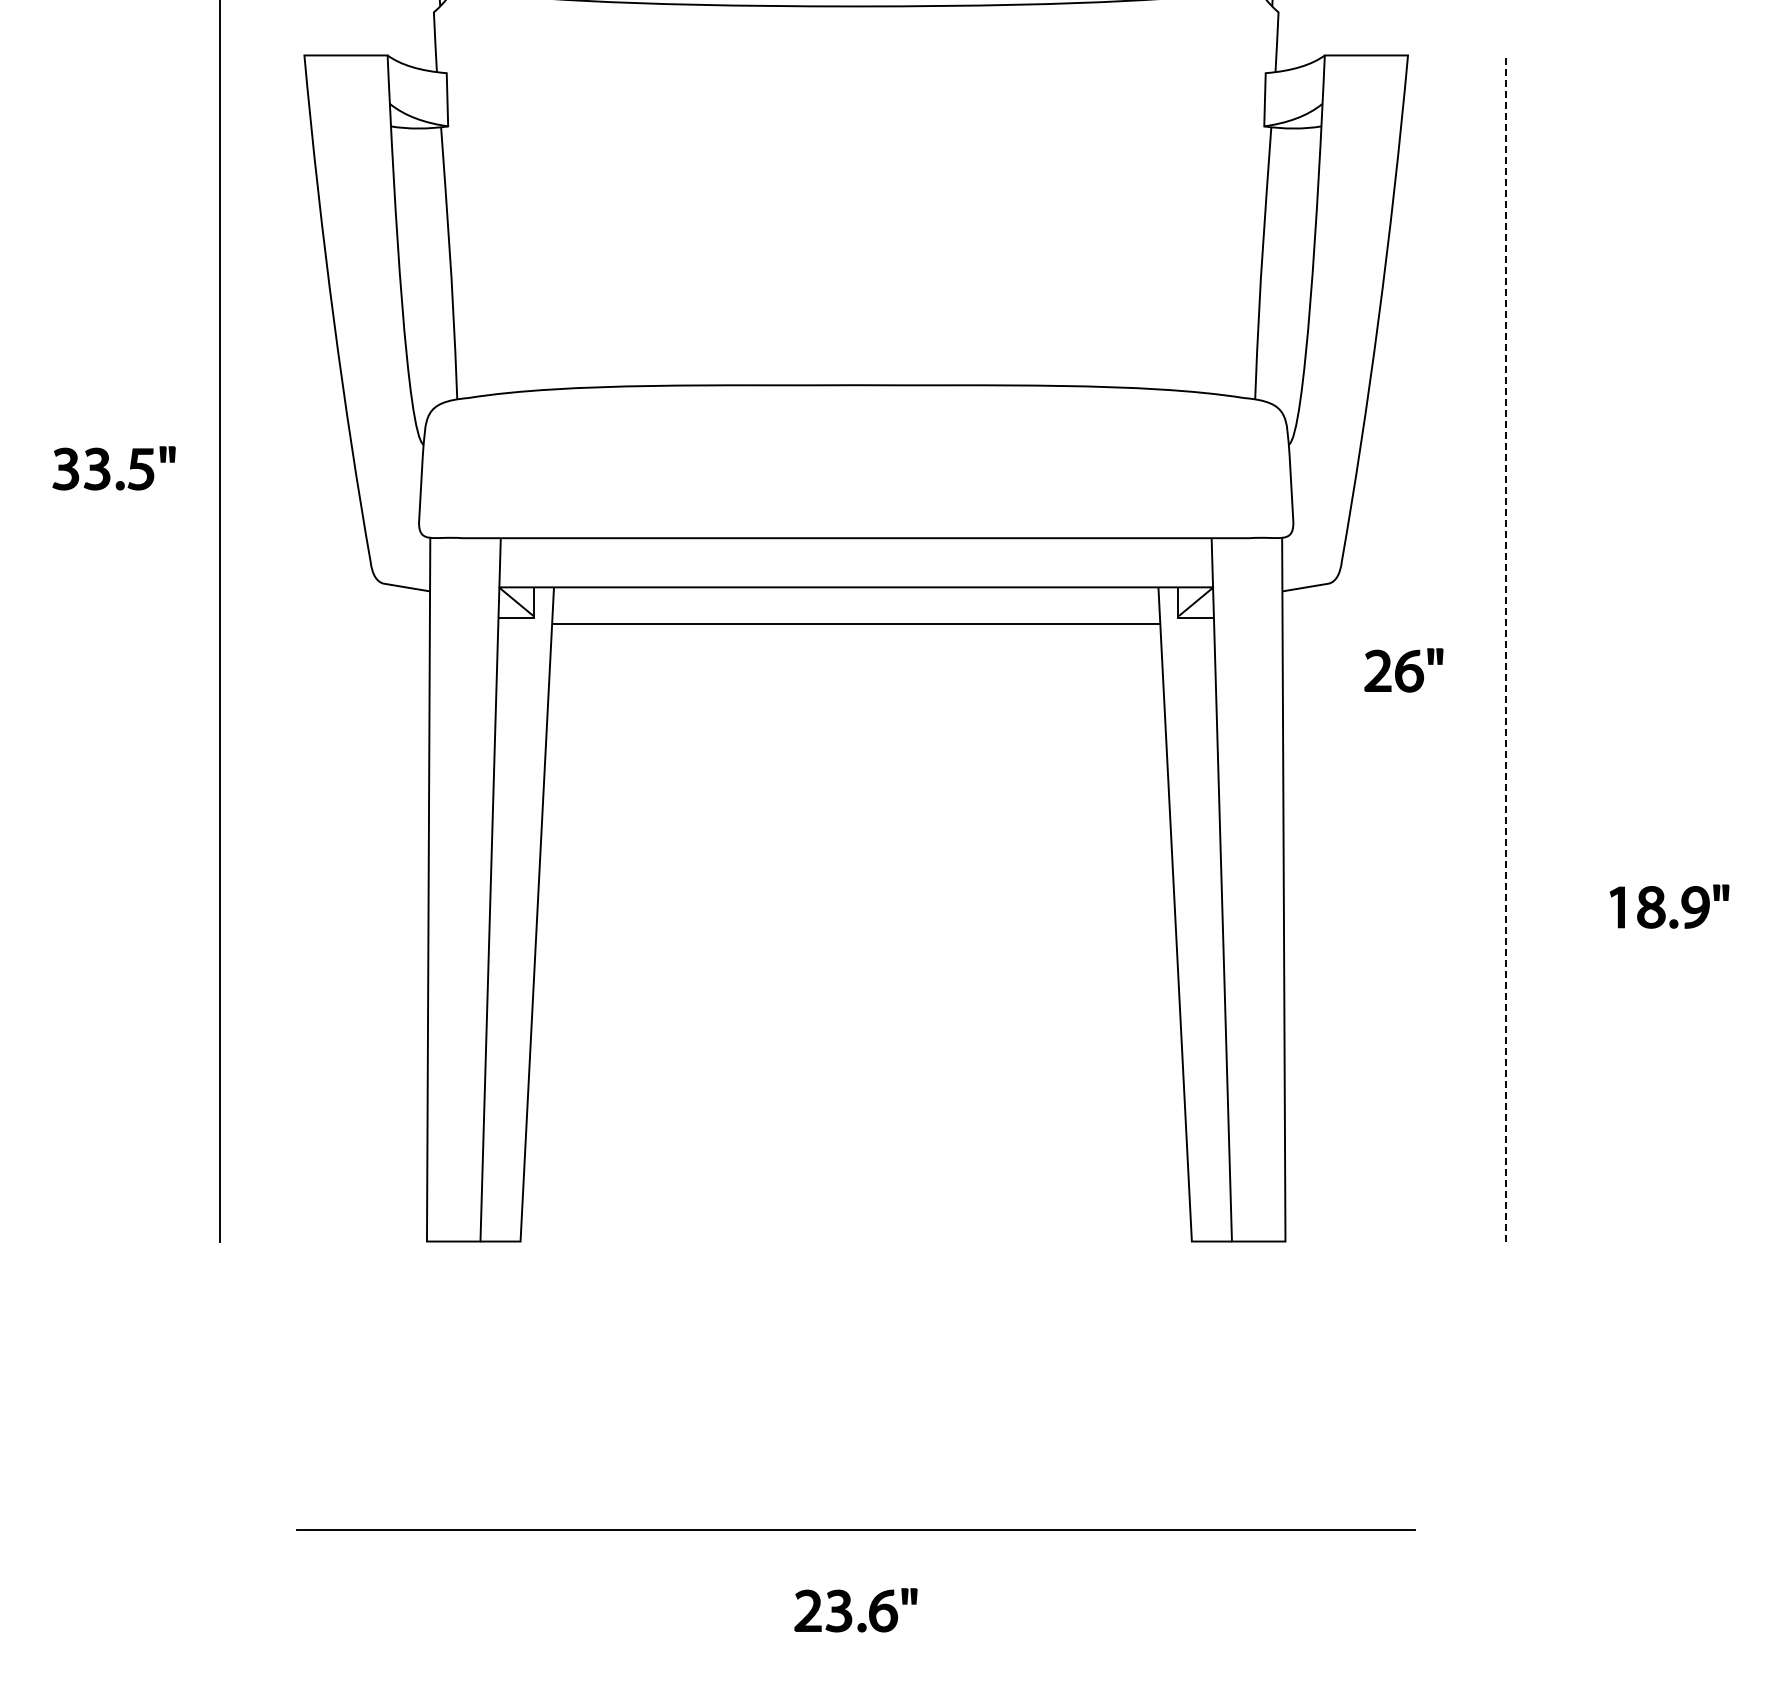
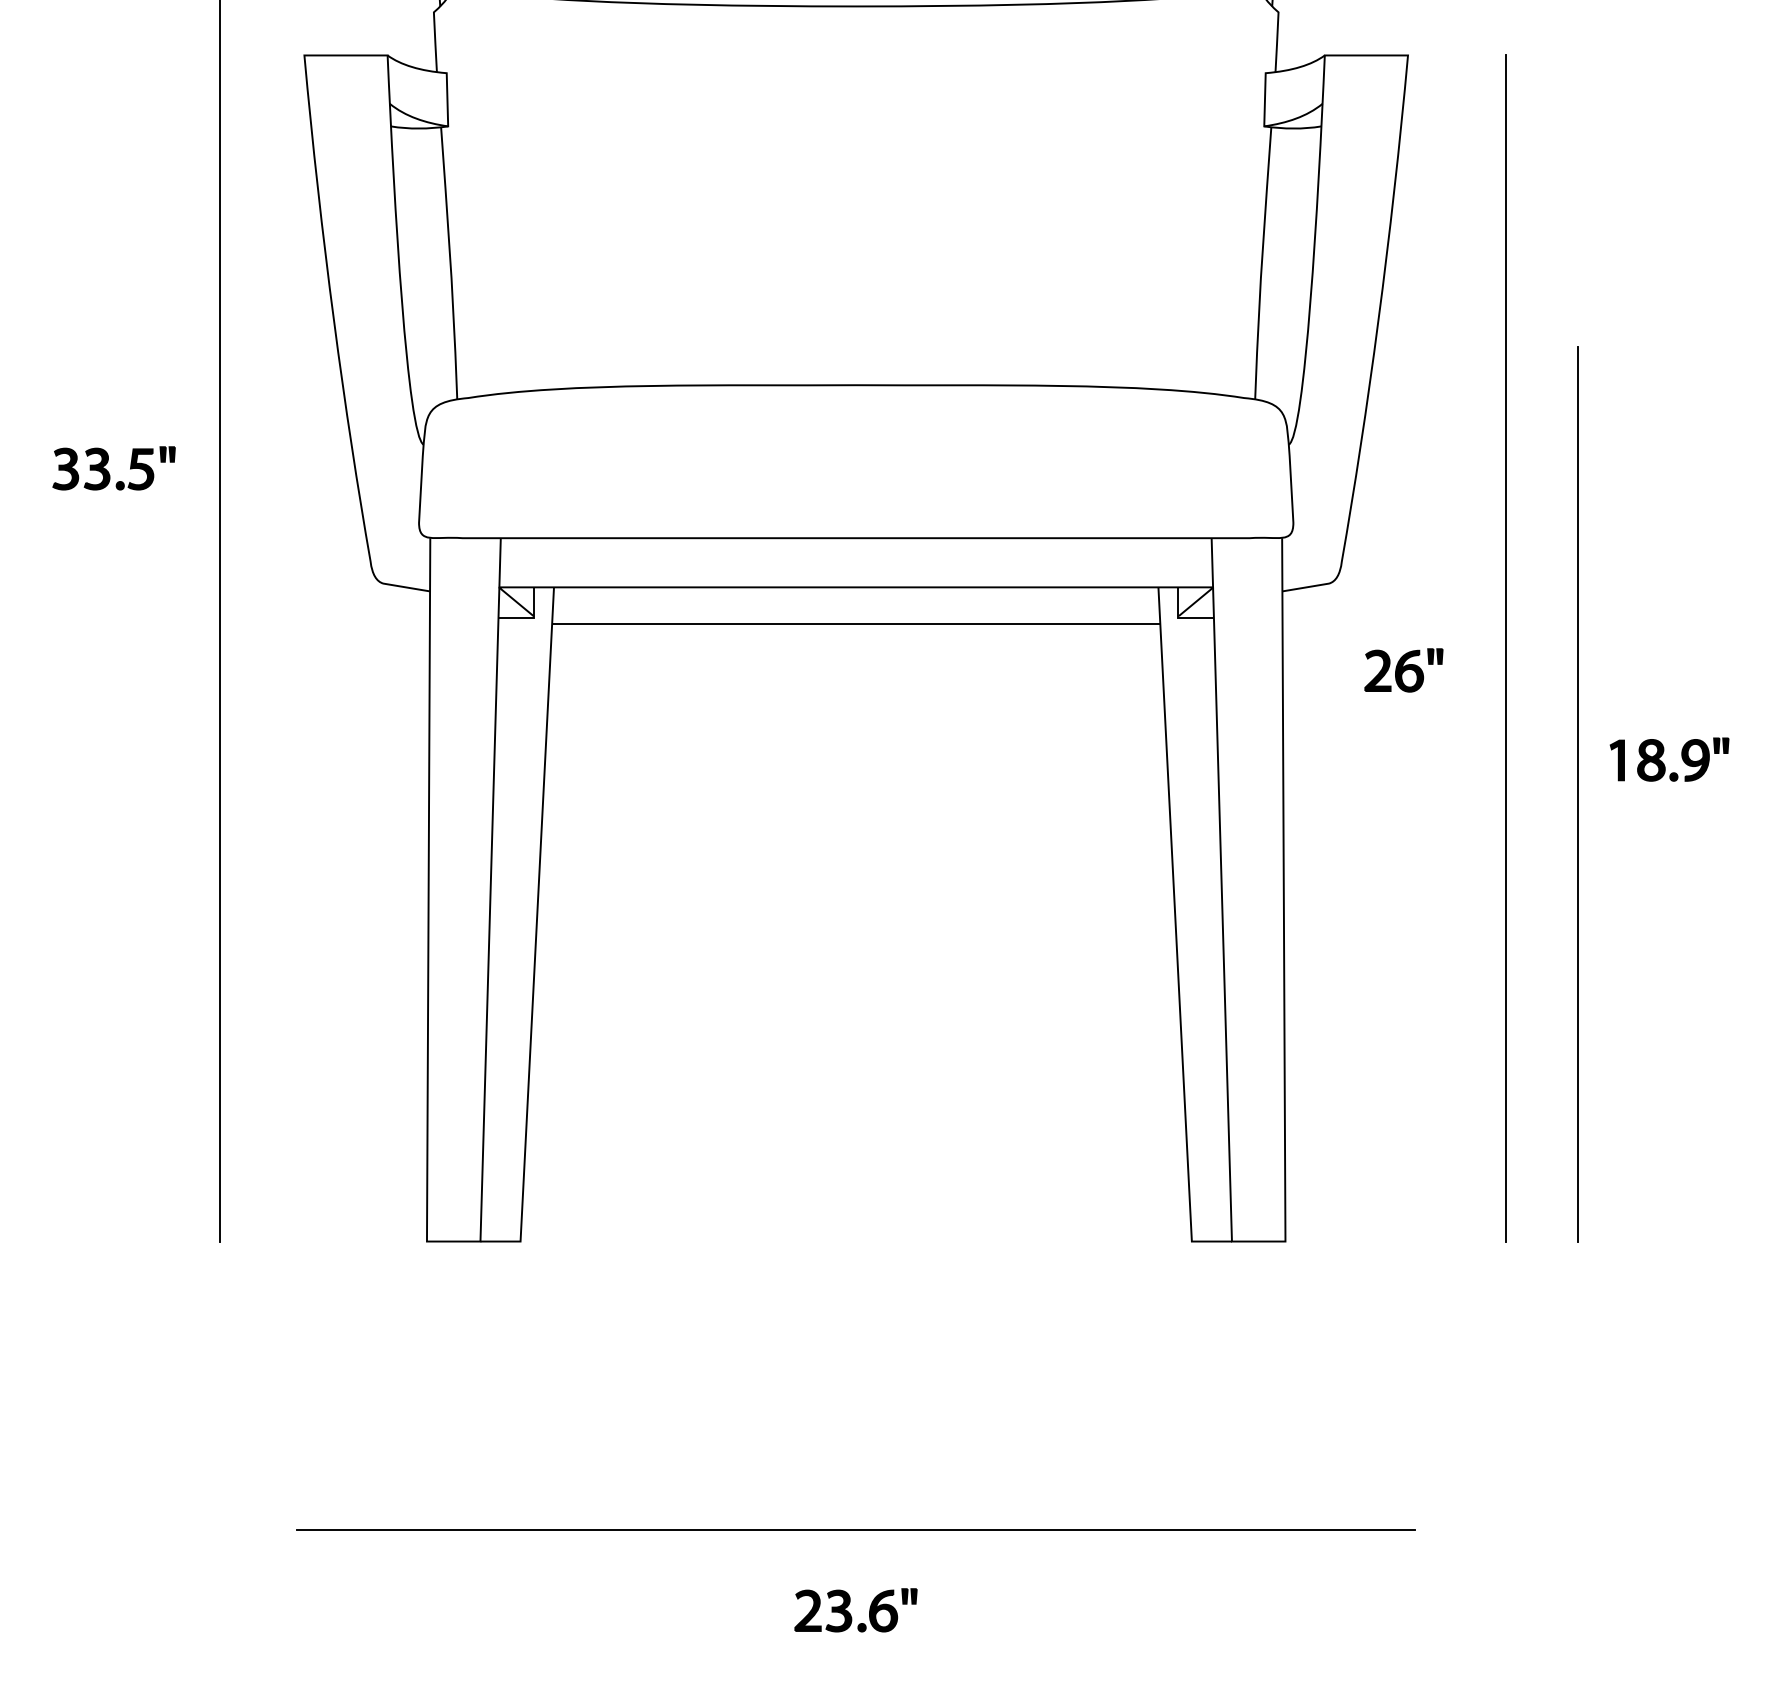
line at (1506, 647): dashed -> solid
line at (1578, 794): none -> present
part at (1664, 910) position: (1664, 910) -> (1664, 763)
